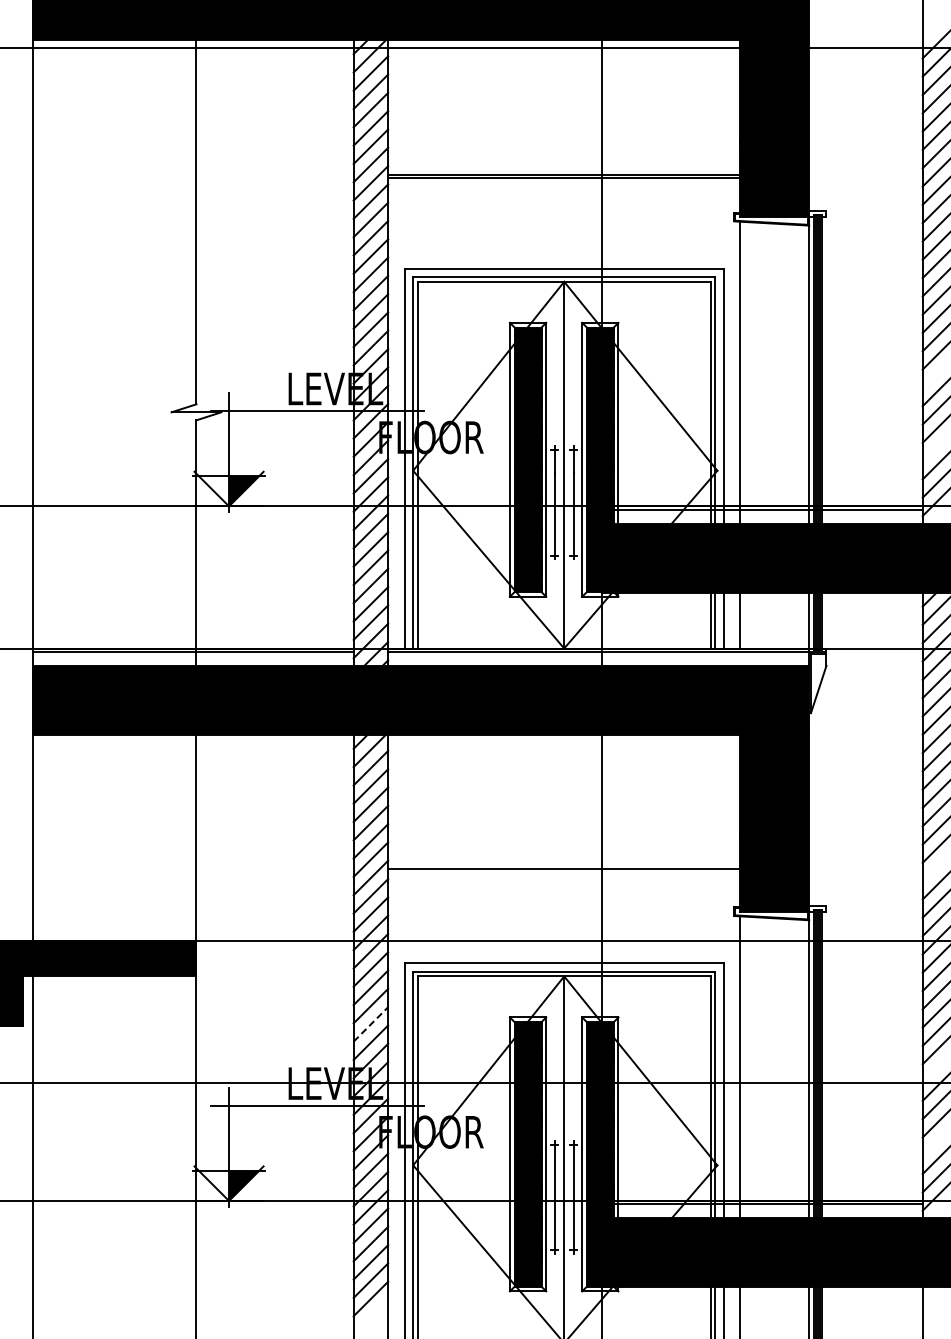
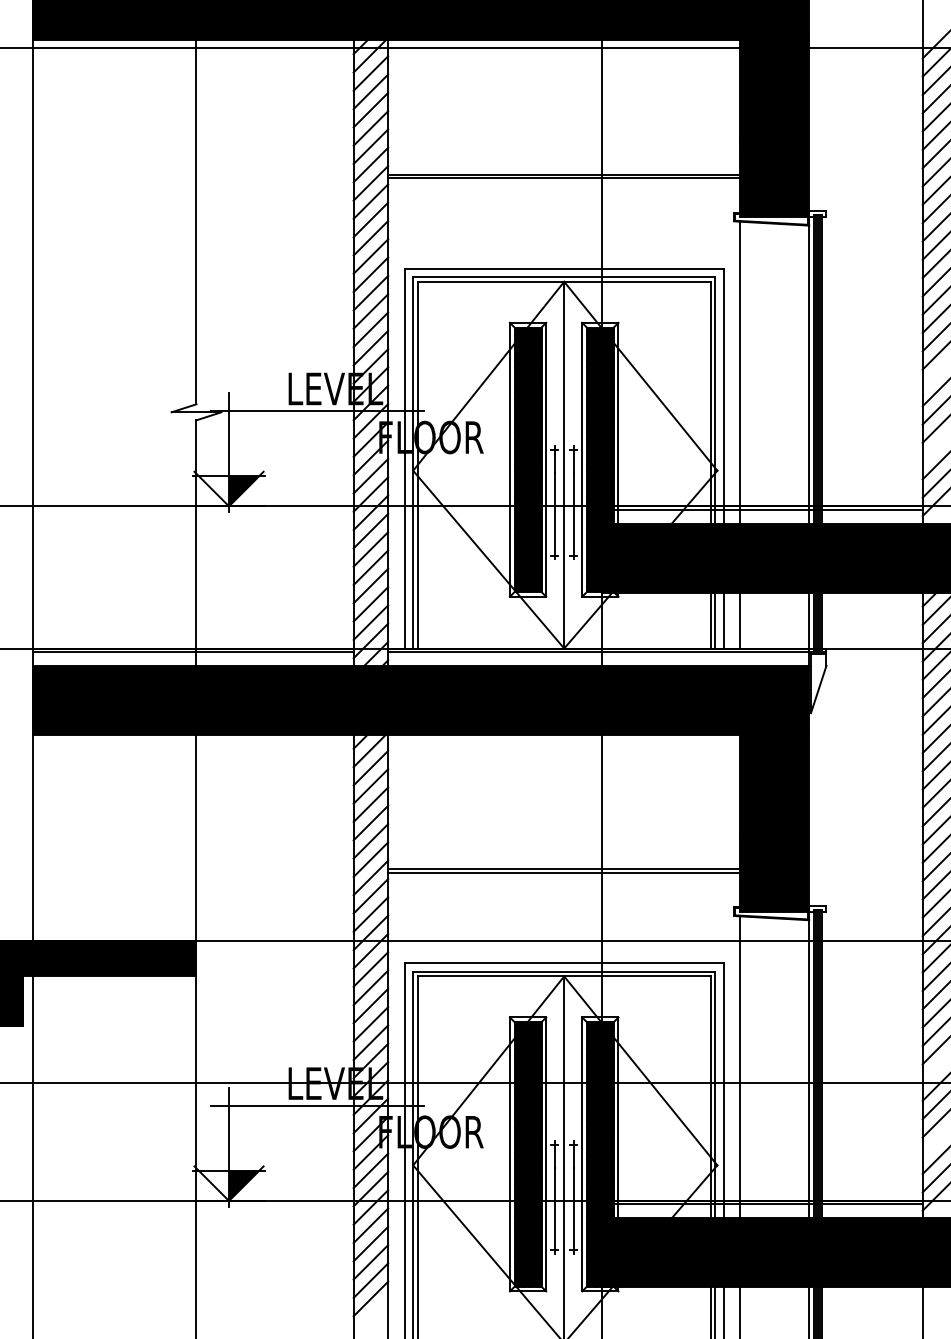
line at (934, 868): none -> present
line at (564, 872): none -> present
line at (371, 1024): dashed -> solid
